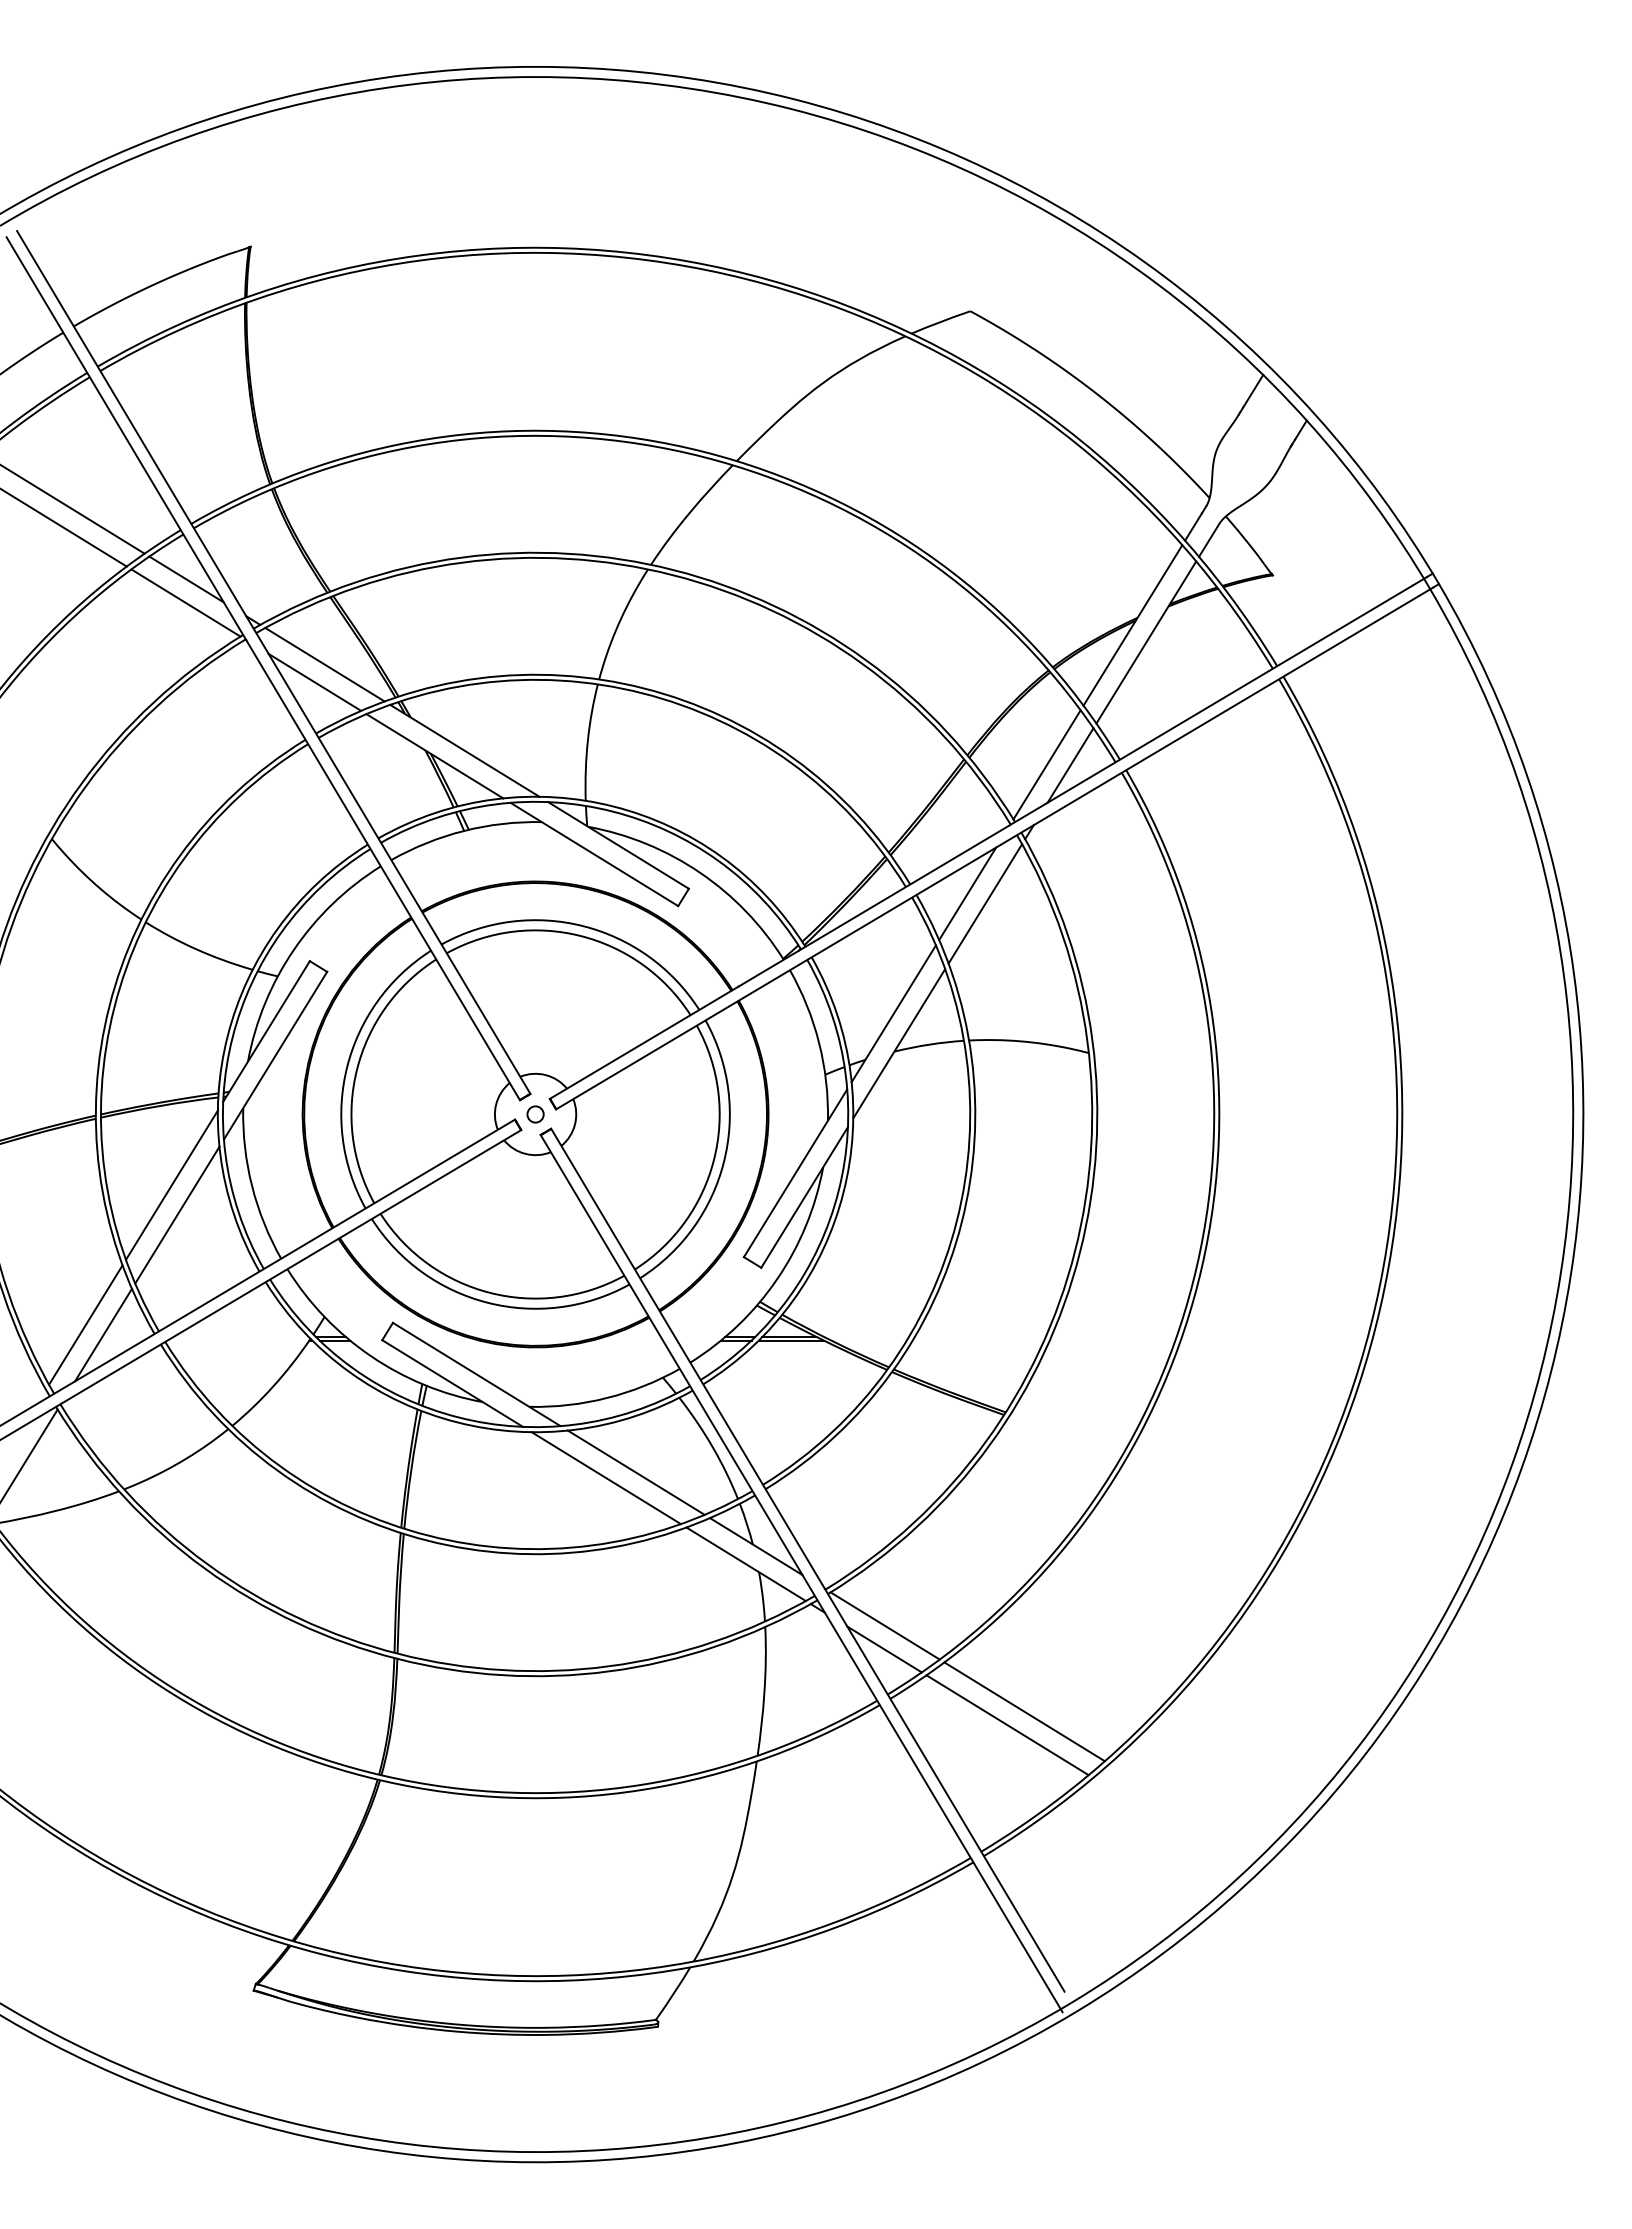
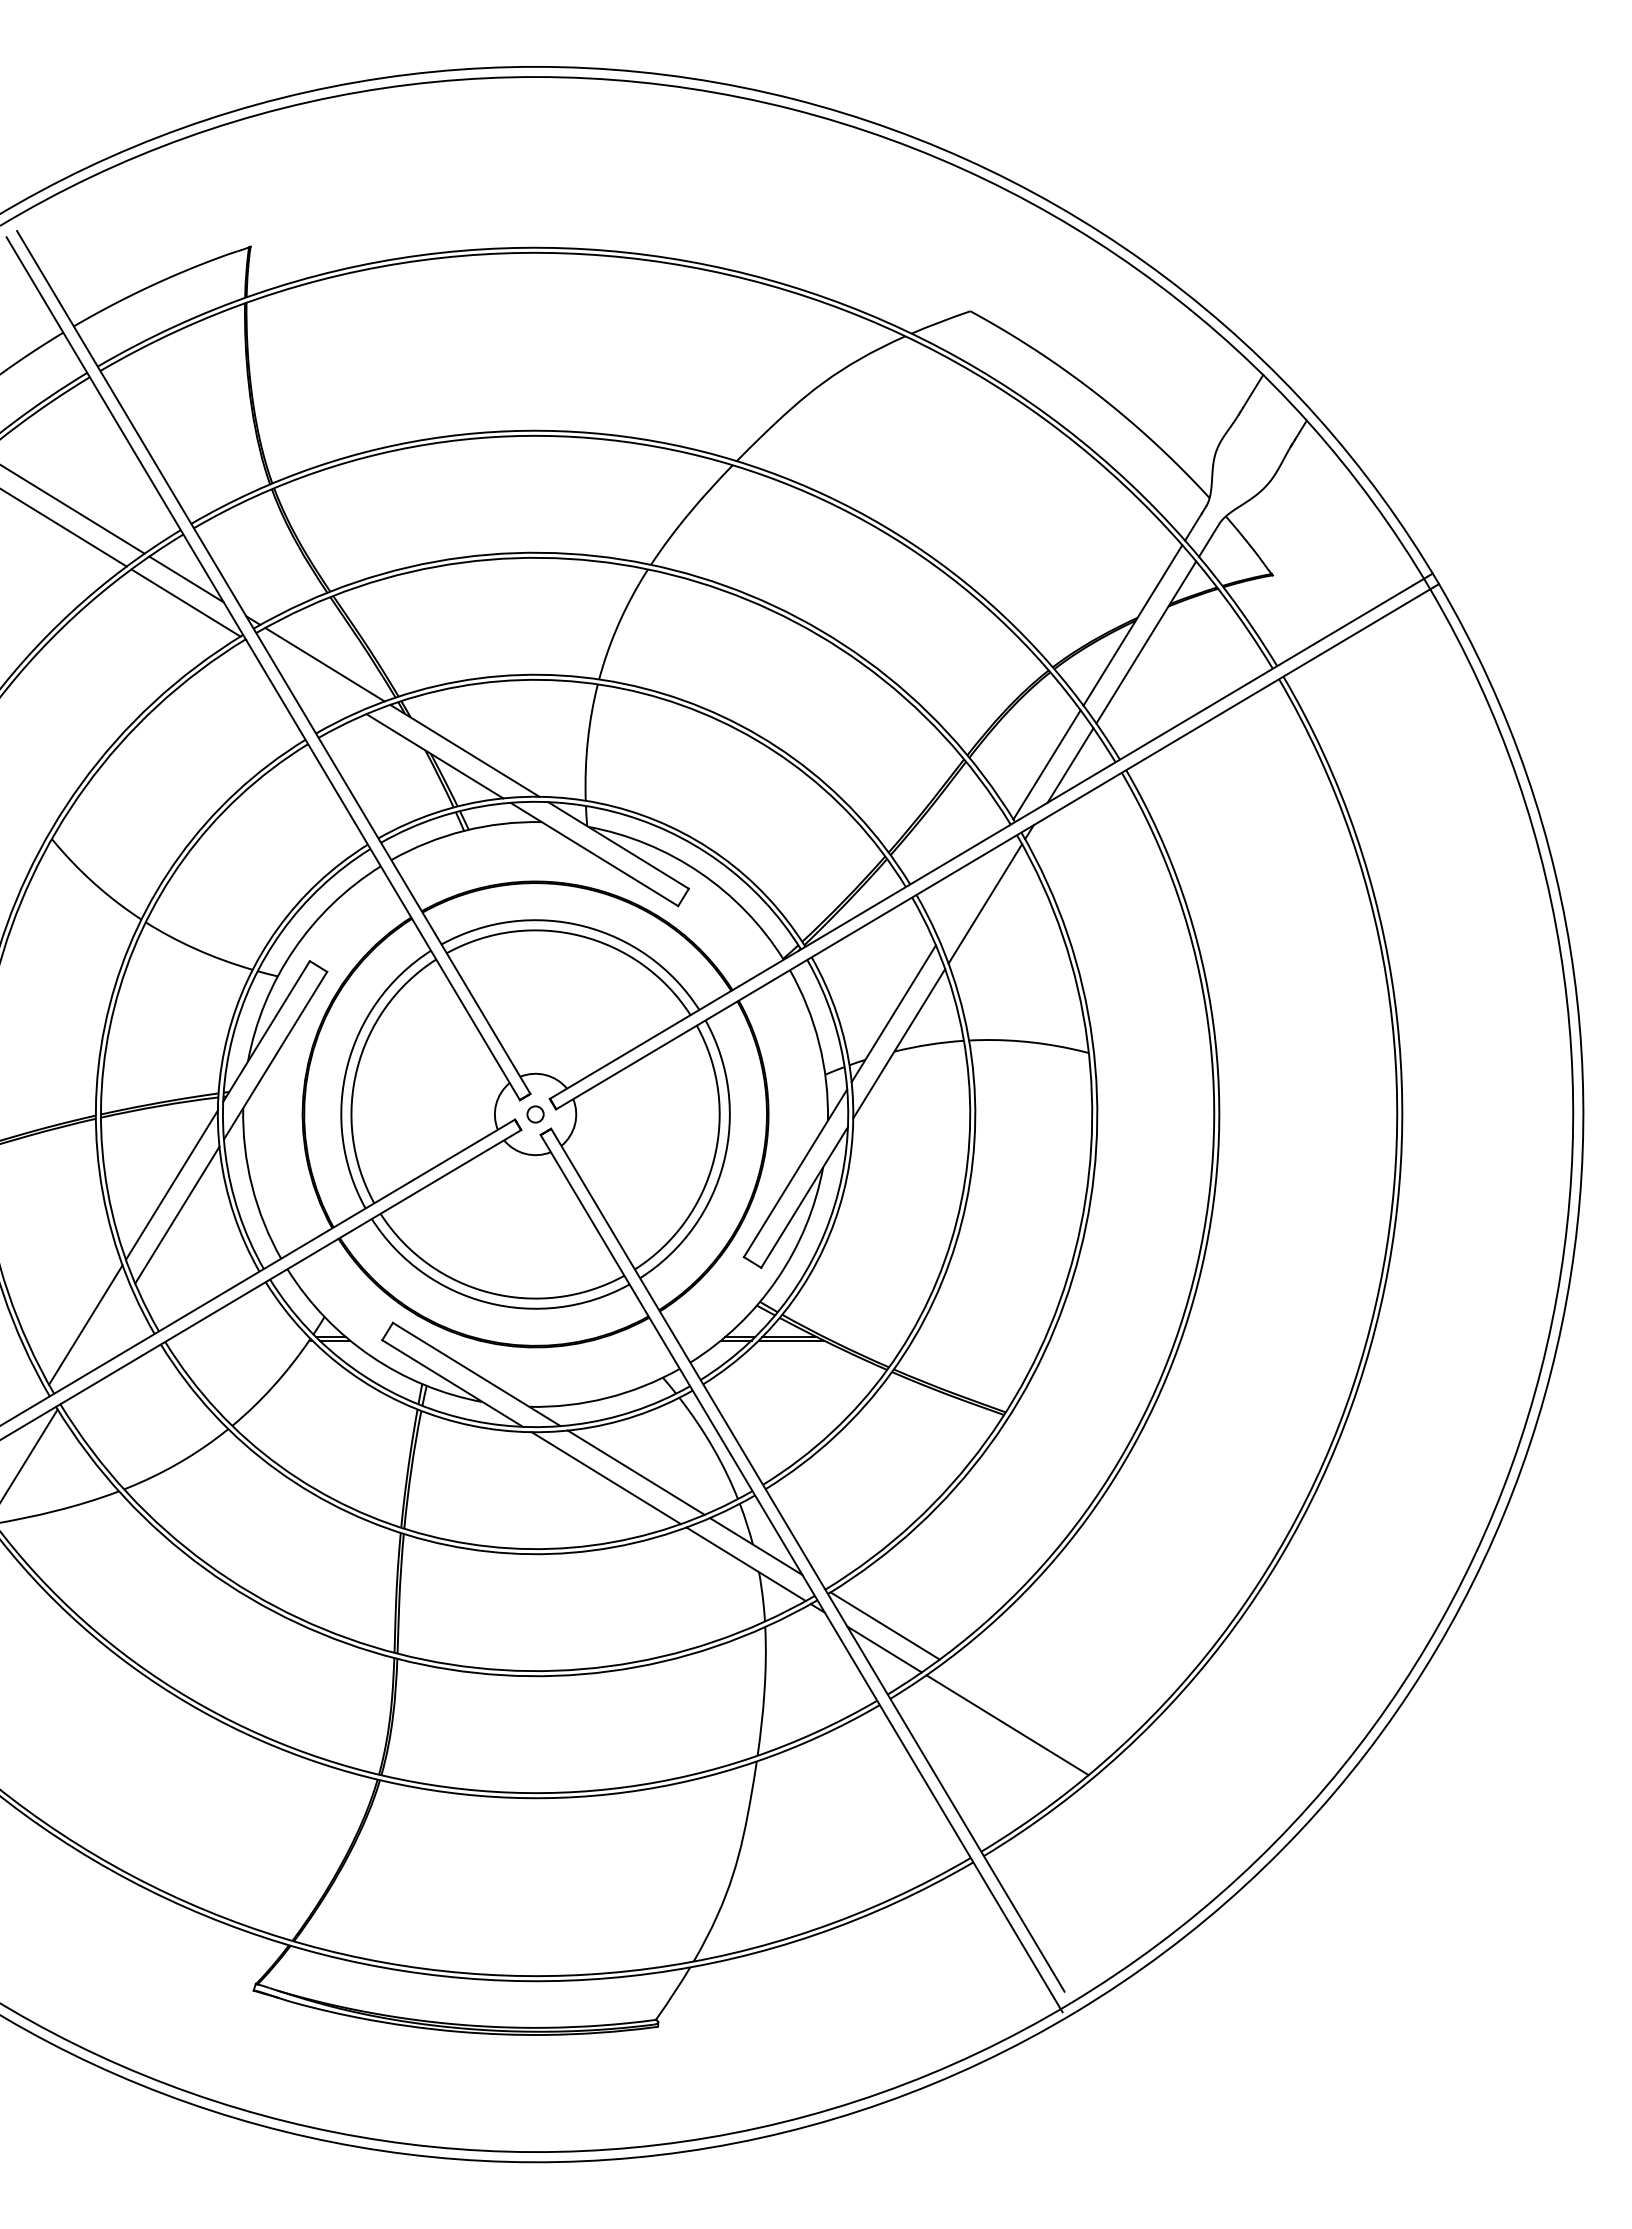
line at (314, 681): present -> none
line at (967, 893): present -> none
line at (103, 1334): present -> none
line at (1024, 1711): present -> none
